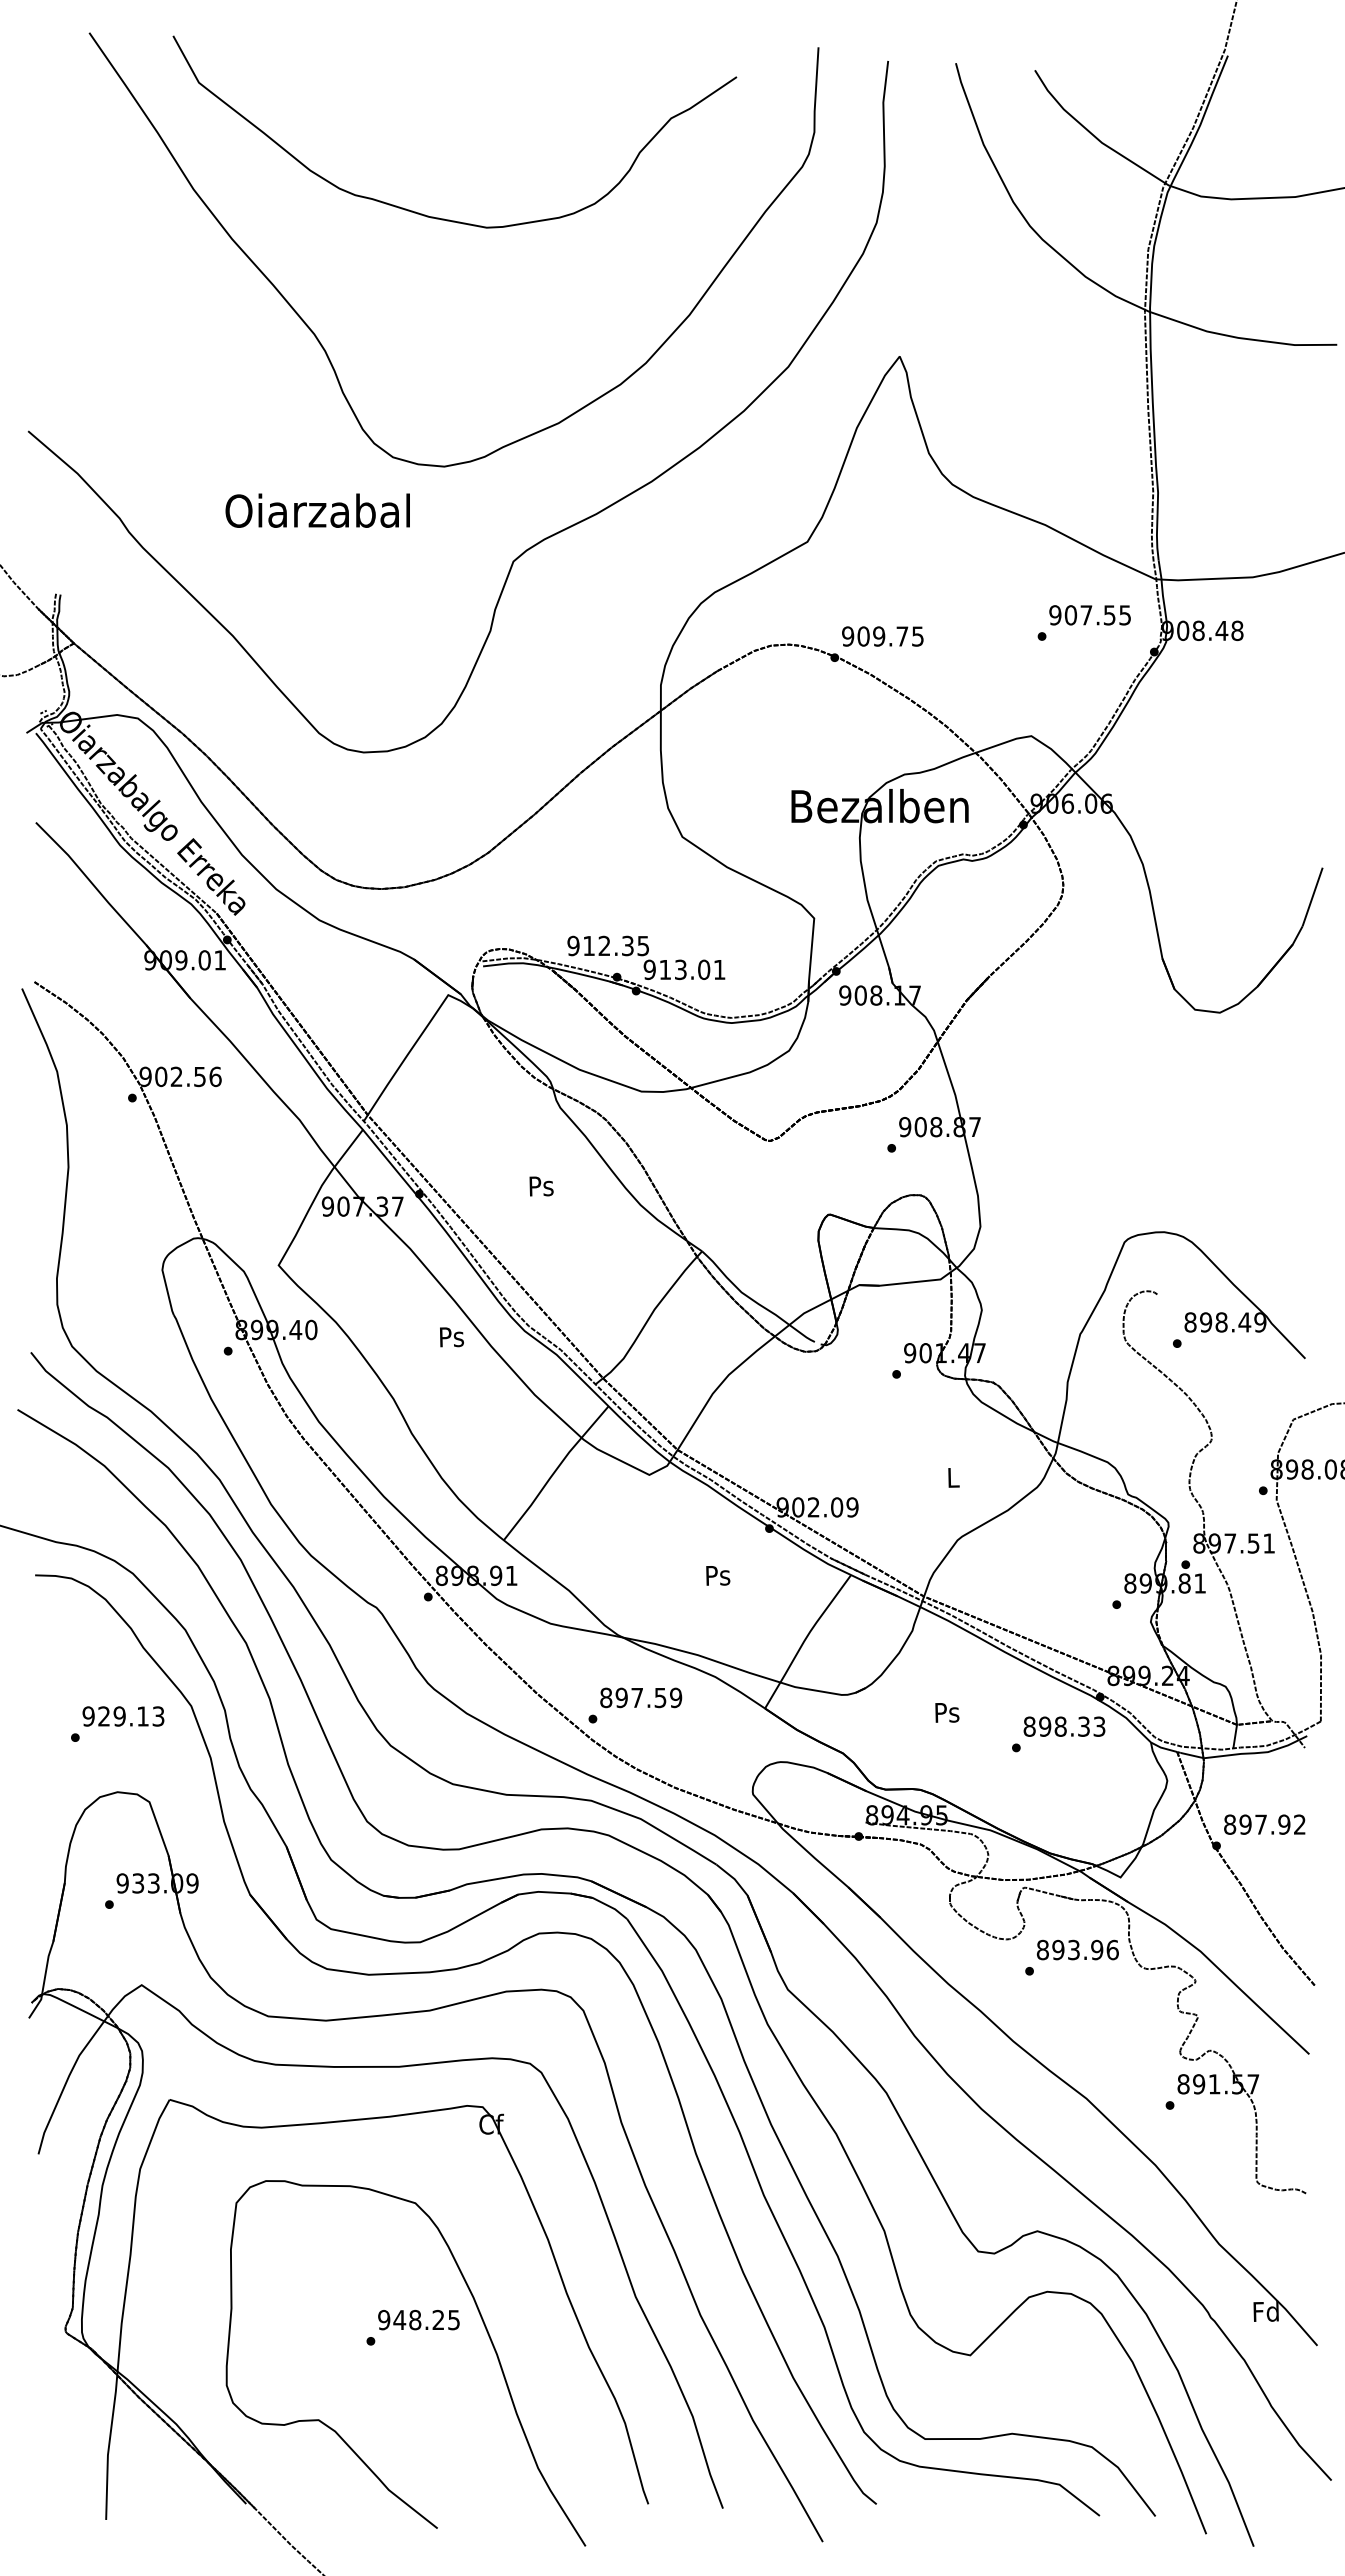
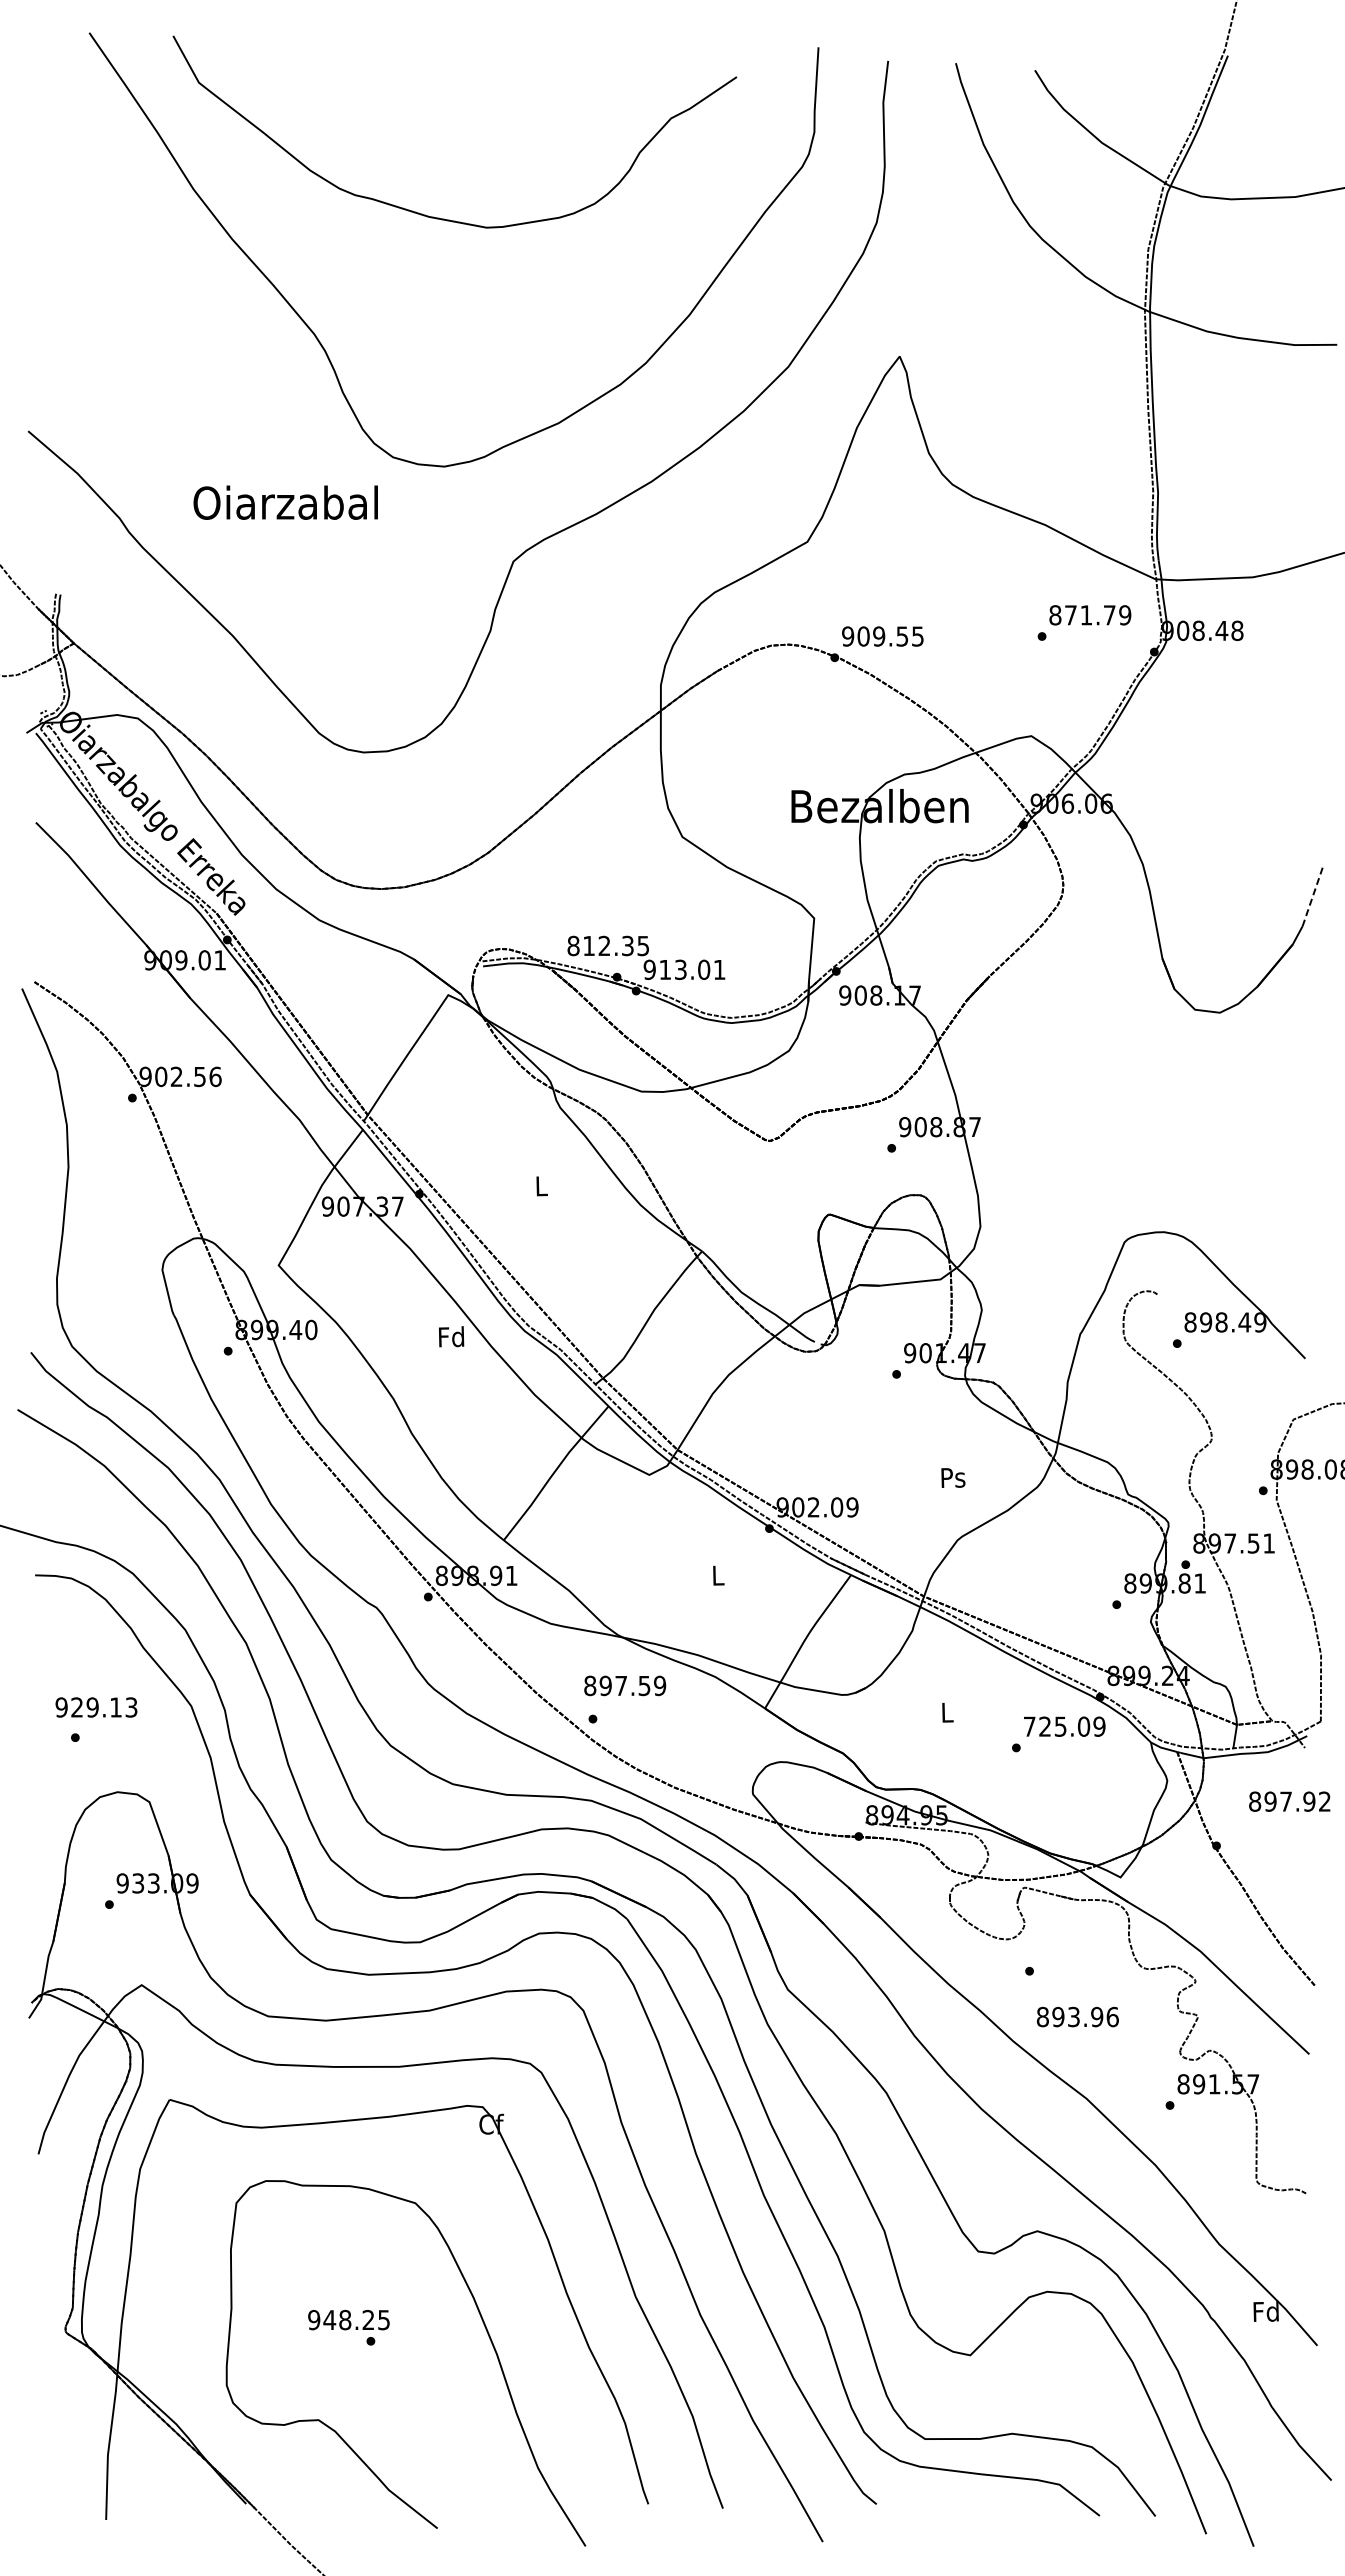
text at (317, 510) position: (317, 510) -> (285, 502)
text at (1090, 615): 907.55 -> 871.79
text at (902, 636): 909.75 -> 909.55
line at (1312, 897): solid -> dashed
text at (573, 946): 912.35 -> 812.35
text at (541, 1186): Ps -> L
text at (451, 1336): Ps -> Fd
text at (953, 1477): L -> Ps
text at (718, 1575): Ps -> L
text at (641, 1697) position: (641, 1697) -> (625, 1685)
text at (947, 1712): Ps -> L
text at (123, 1716) position: (123, 1716) -> (96, 1707)
text at (1064, 1726): 898.33 -> 725.09
text at (1264, 1824) position: (1264, 1824) -> (1289, 1801)
text at (1077, 1949) position: (1077, 1949) -> (1077, 2016)
text at (418, 2320) position: (418, 2320) -> (348, 2320)
